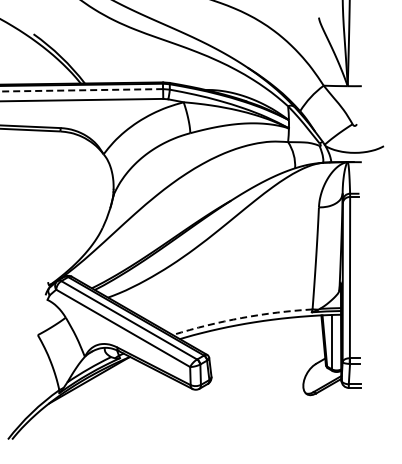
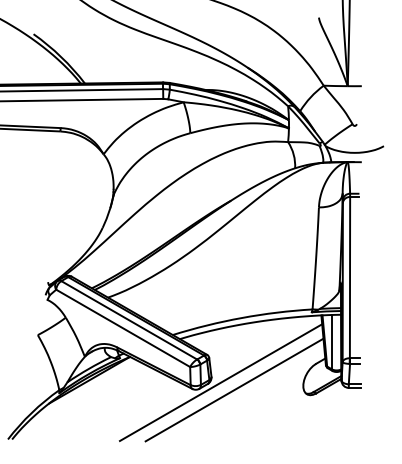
line at (81, 90): dashed -> solid
arc at (241, 317): dashed -> solid
line at (220, 382): none -> present
line at (234, 389): none -> present
